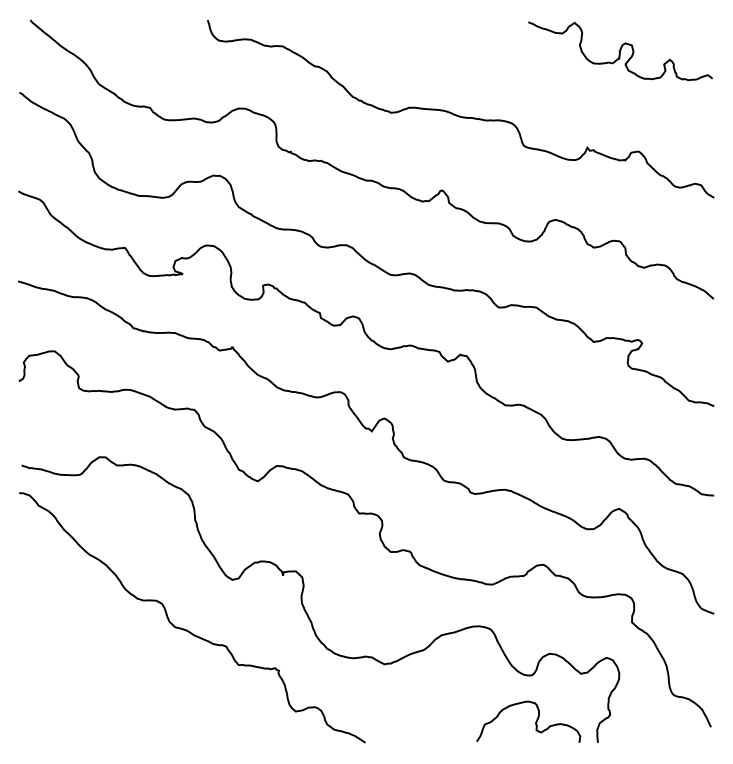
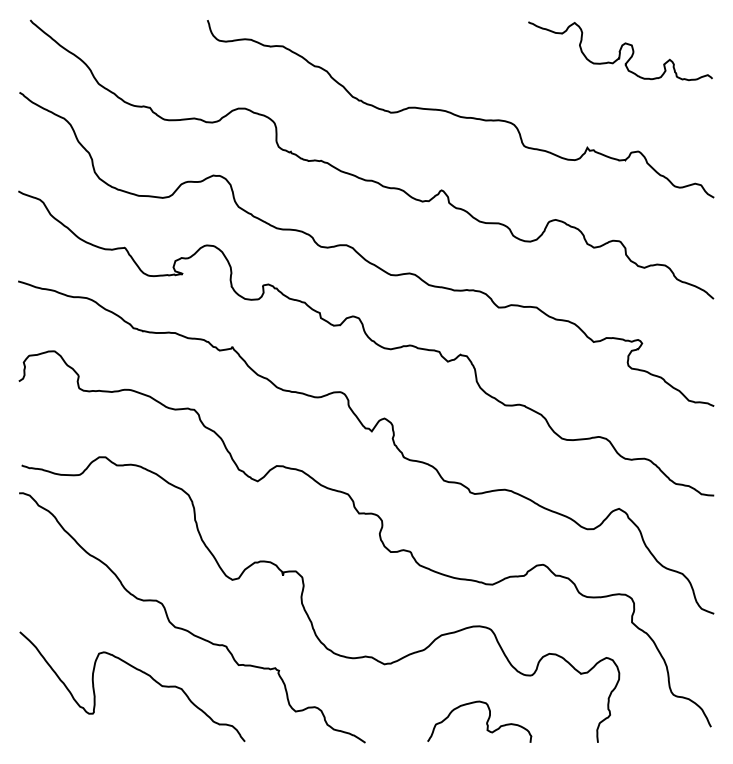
curve at (139, 671): none -> present
curve at (535, 721) position: (535, 721) -> (486, 721)
